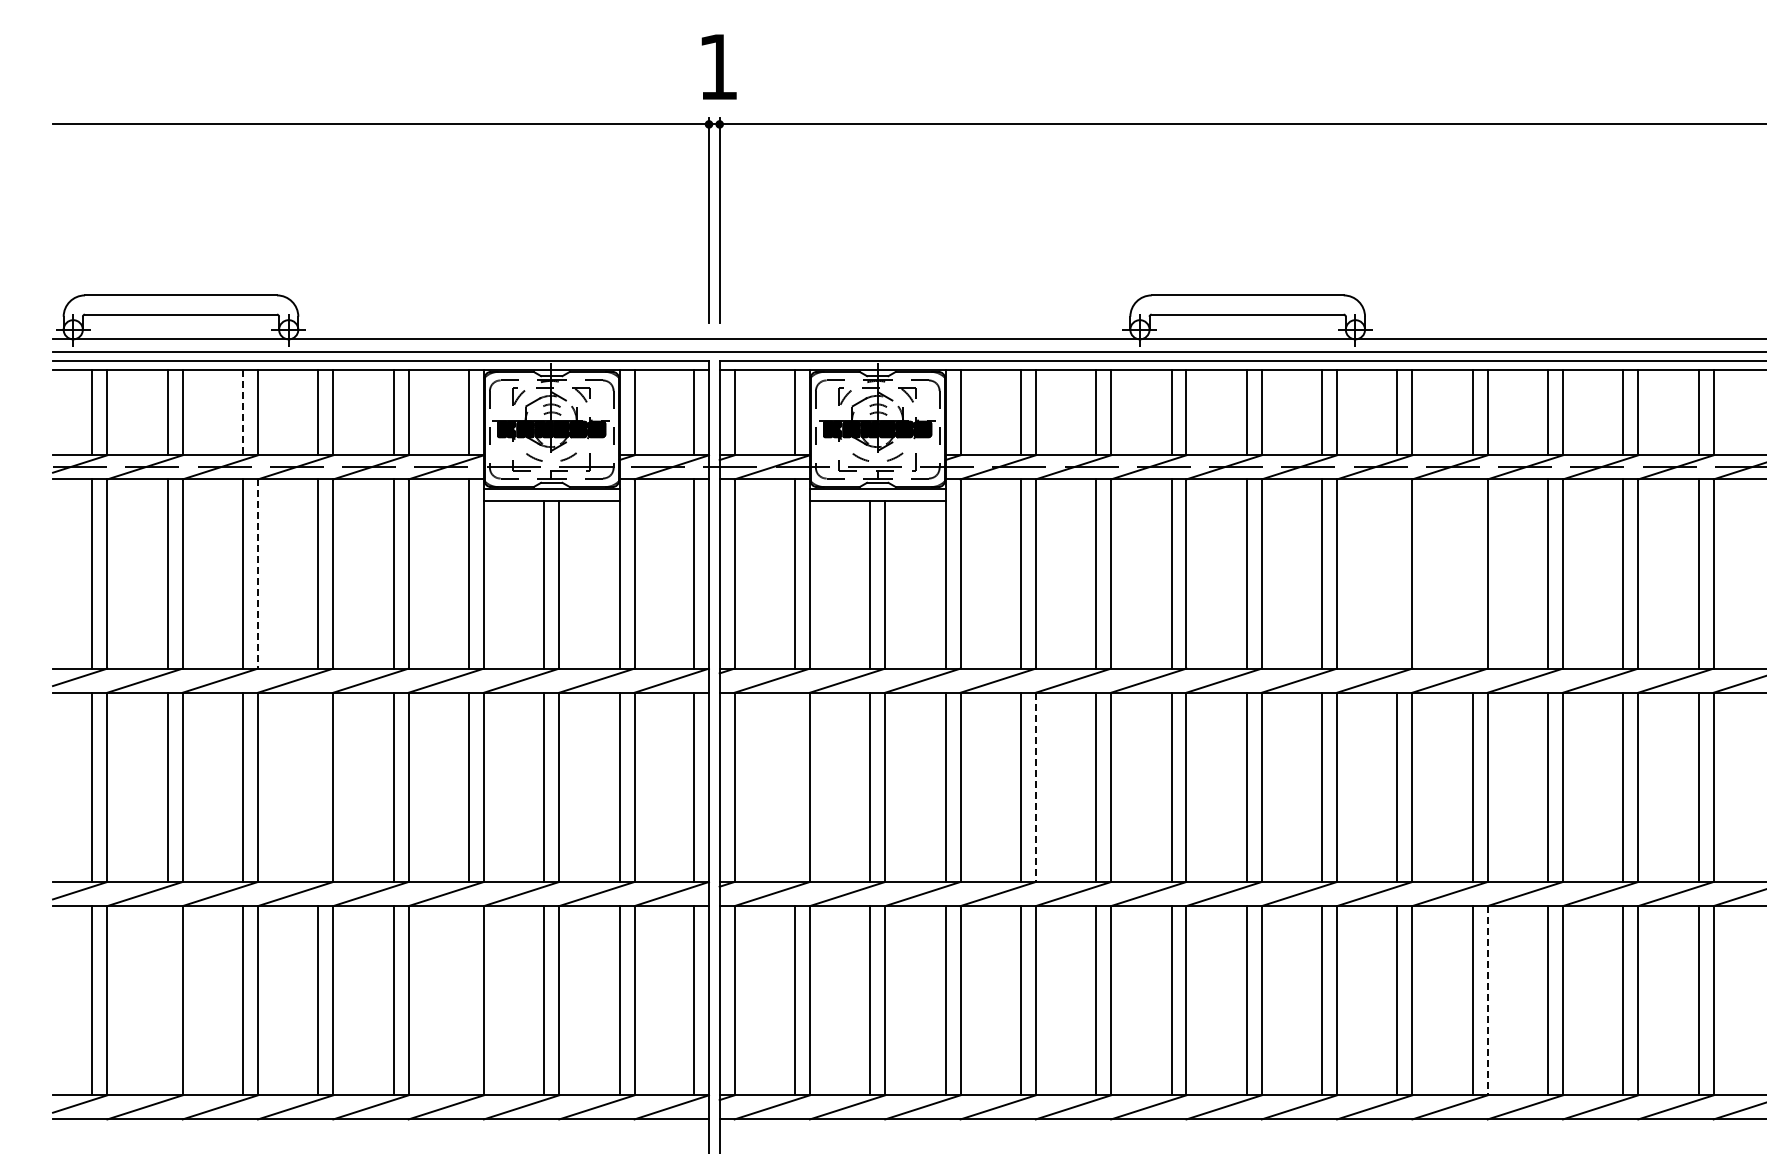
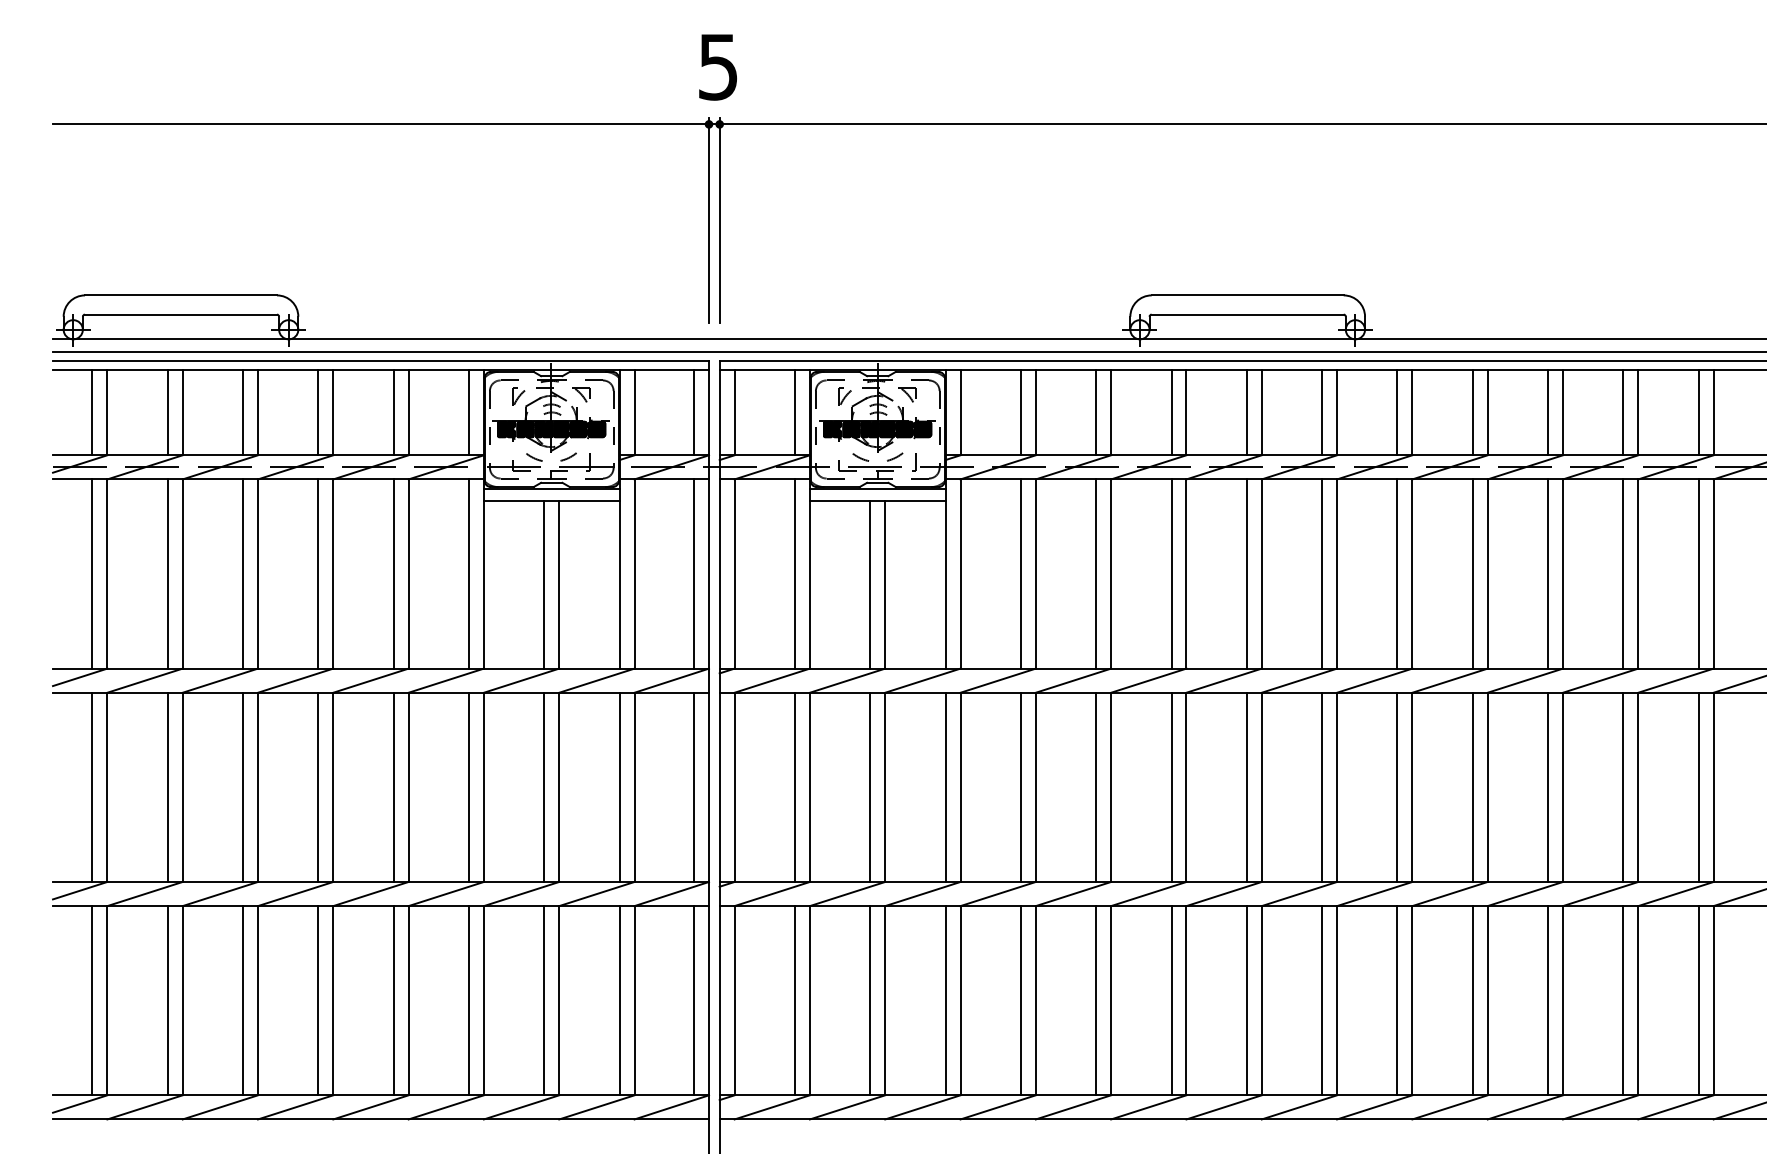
text at (717, 67): 1 -> 5
line at (243, 413): dashed -> solid
line at (1397, 573): none -> present
line at (1472, 573): none -> present
line at (258, 574): dashed -> solid
line at (318, 786): none -> present
line at (794, 786): none -> present
line at (1035, 787): dashed -> solid
line at (167, 1000): none -> present
line at (469, 1000): none -> present
line at (1487, 1000): dashed -> solid
